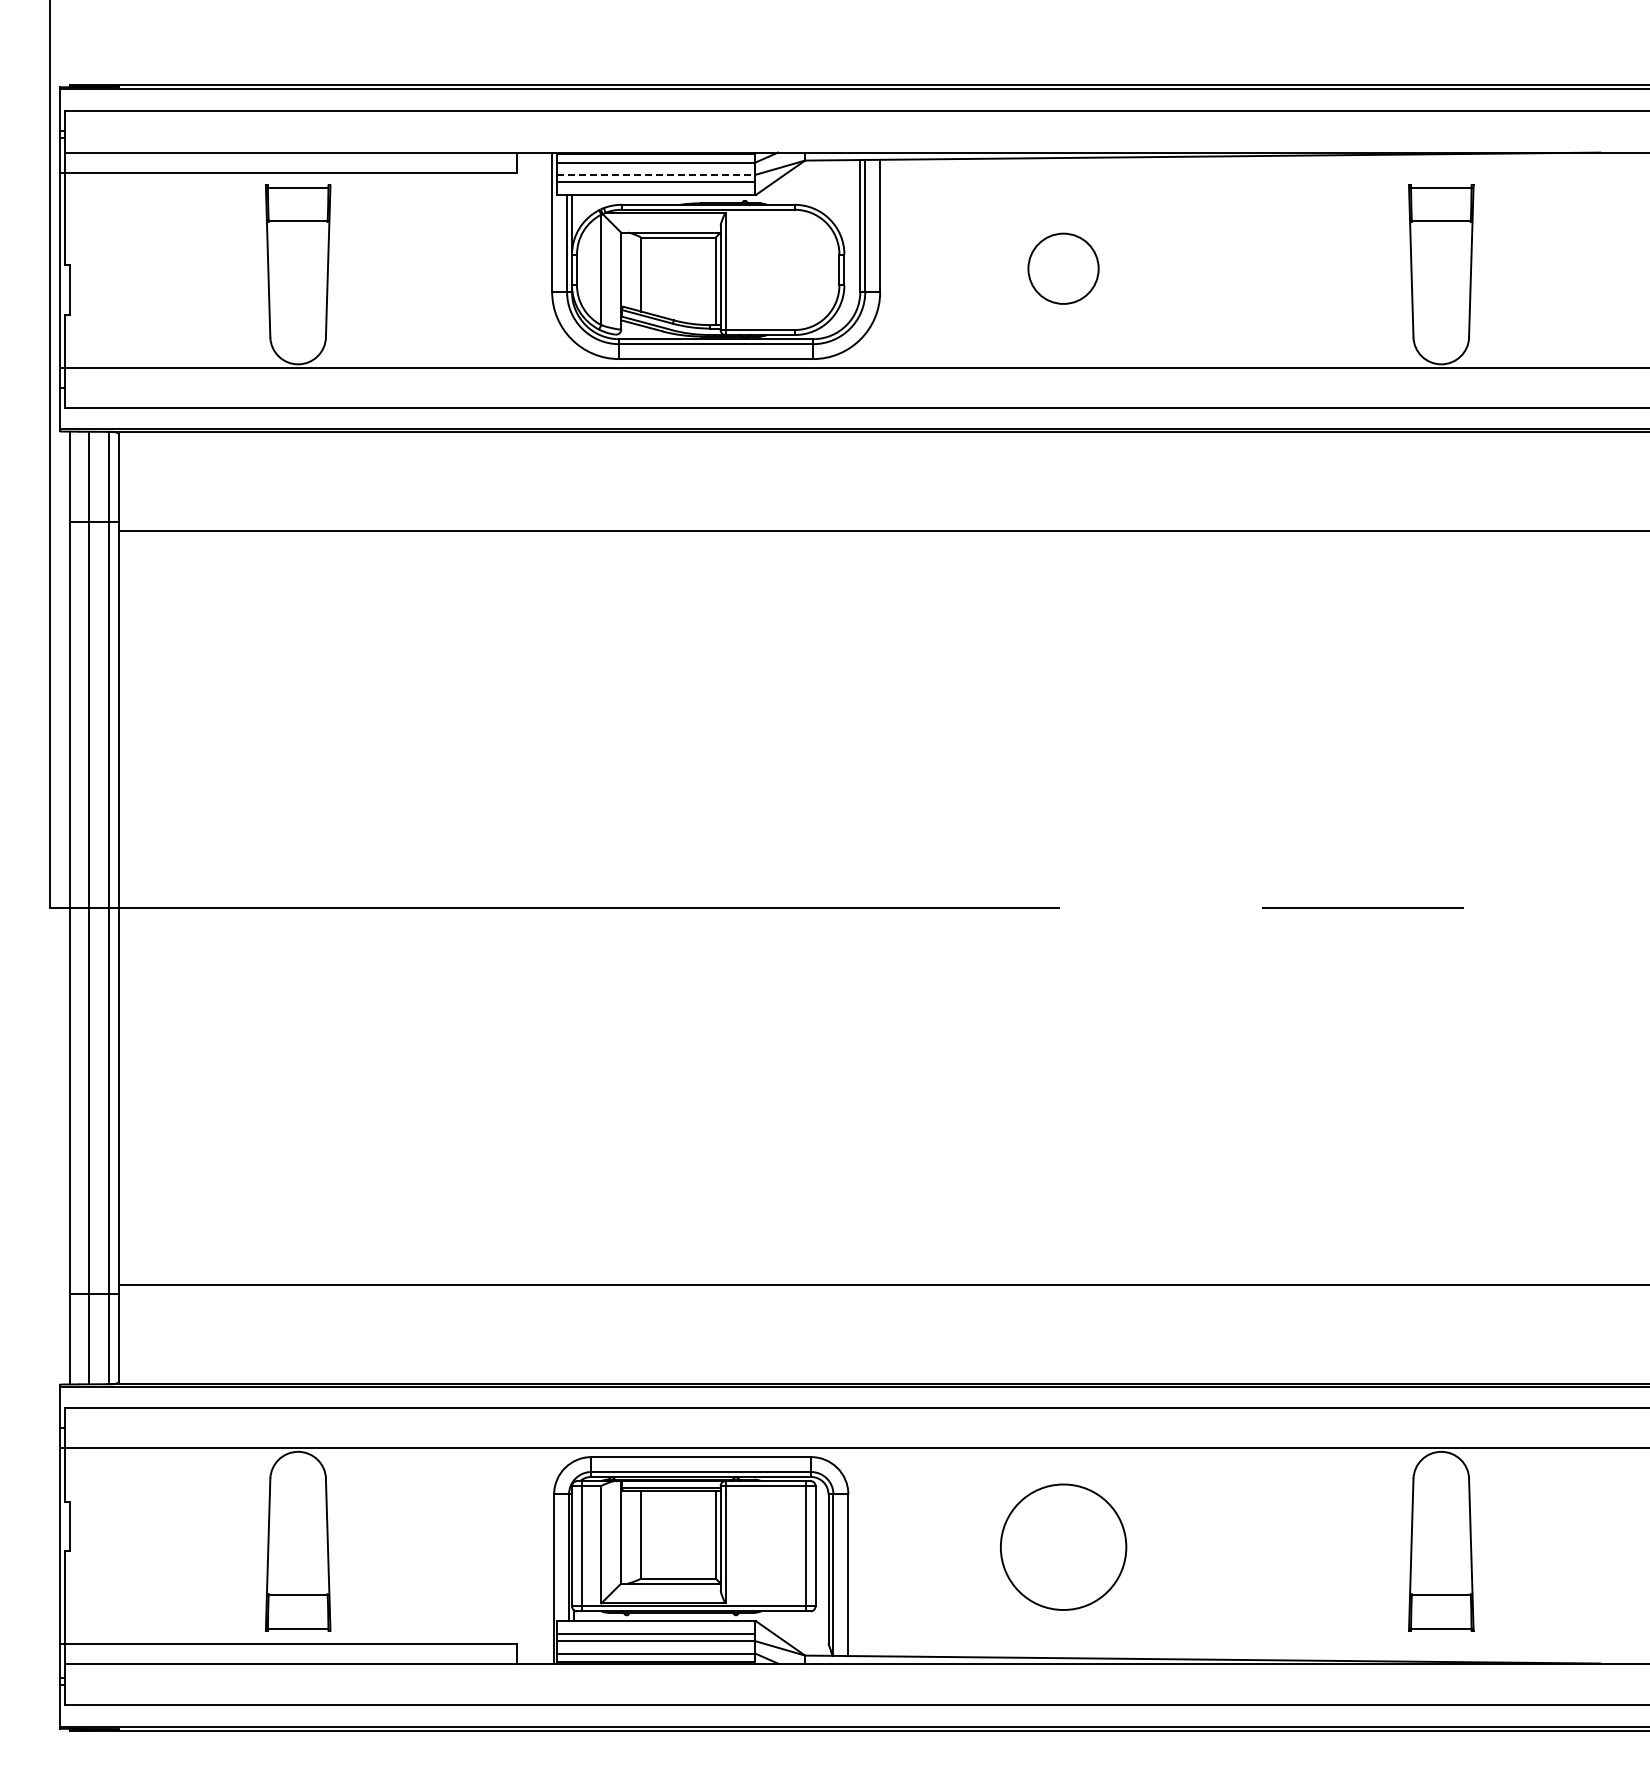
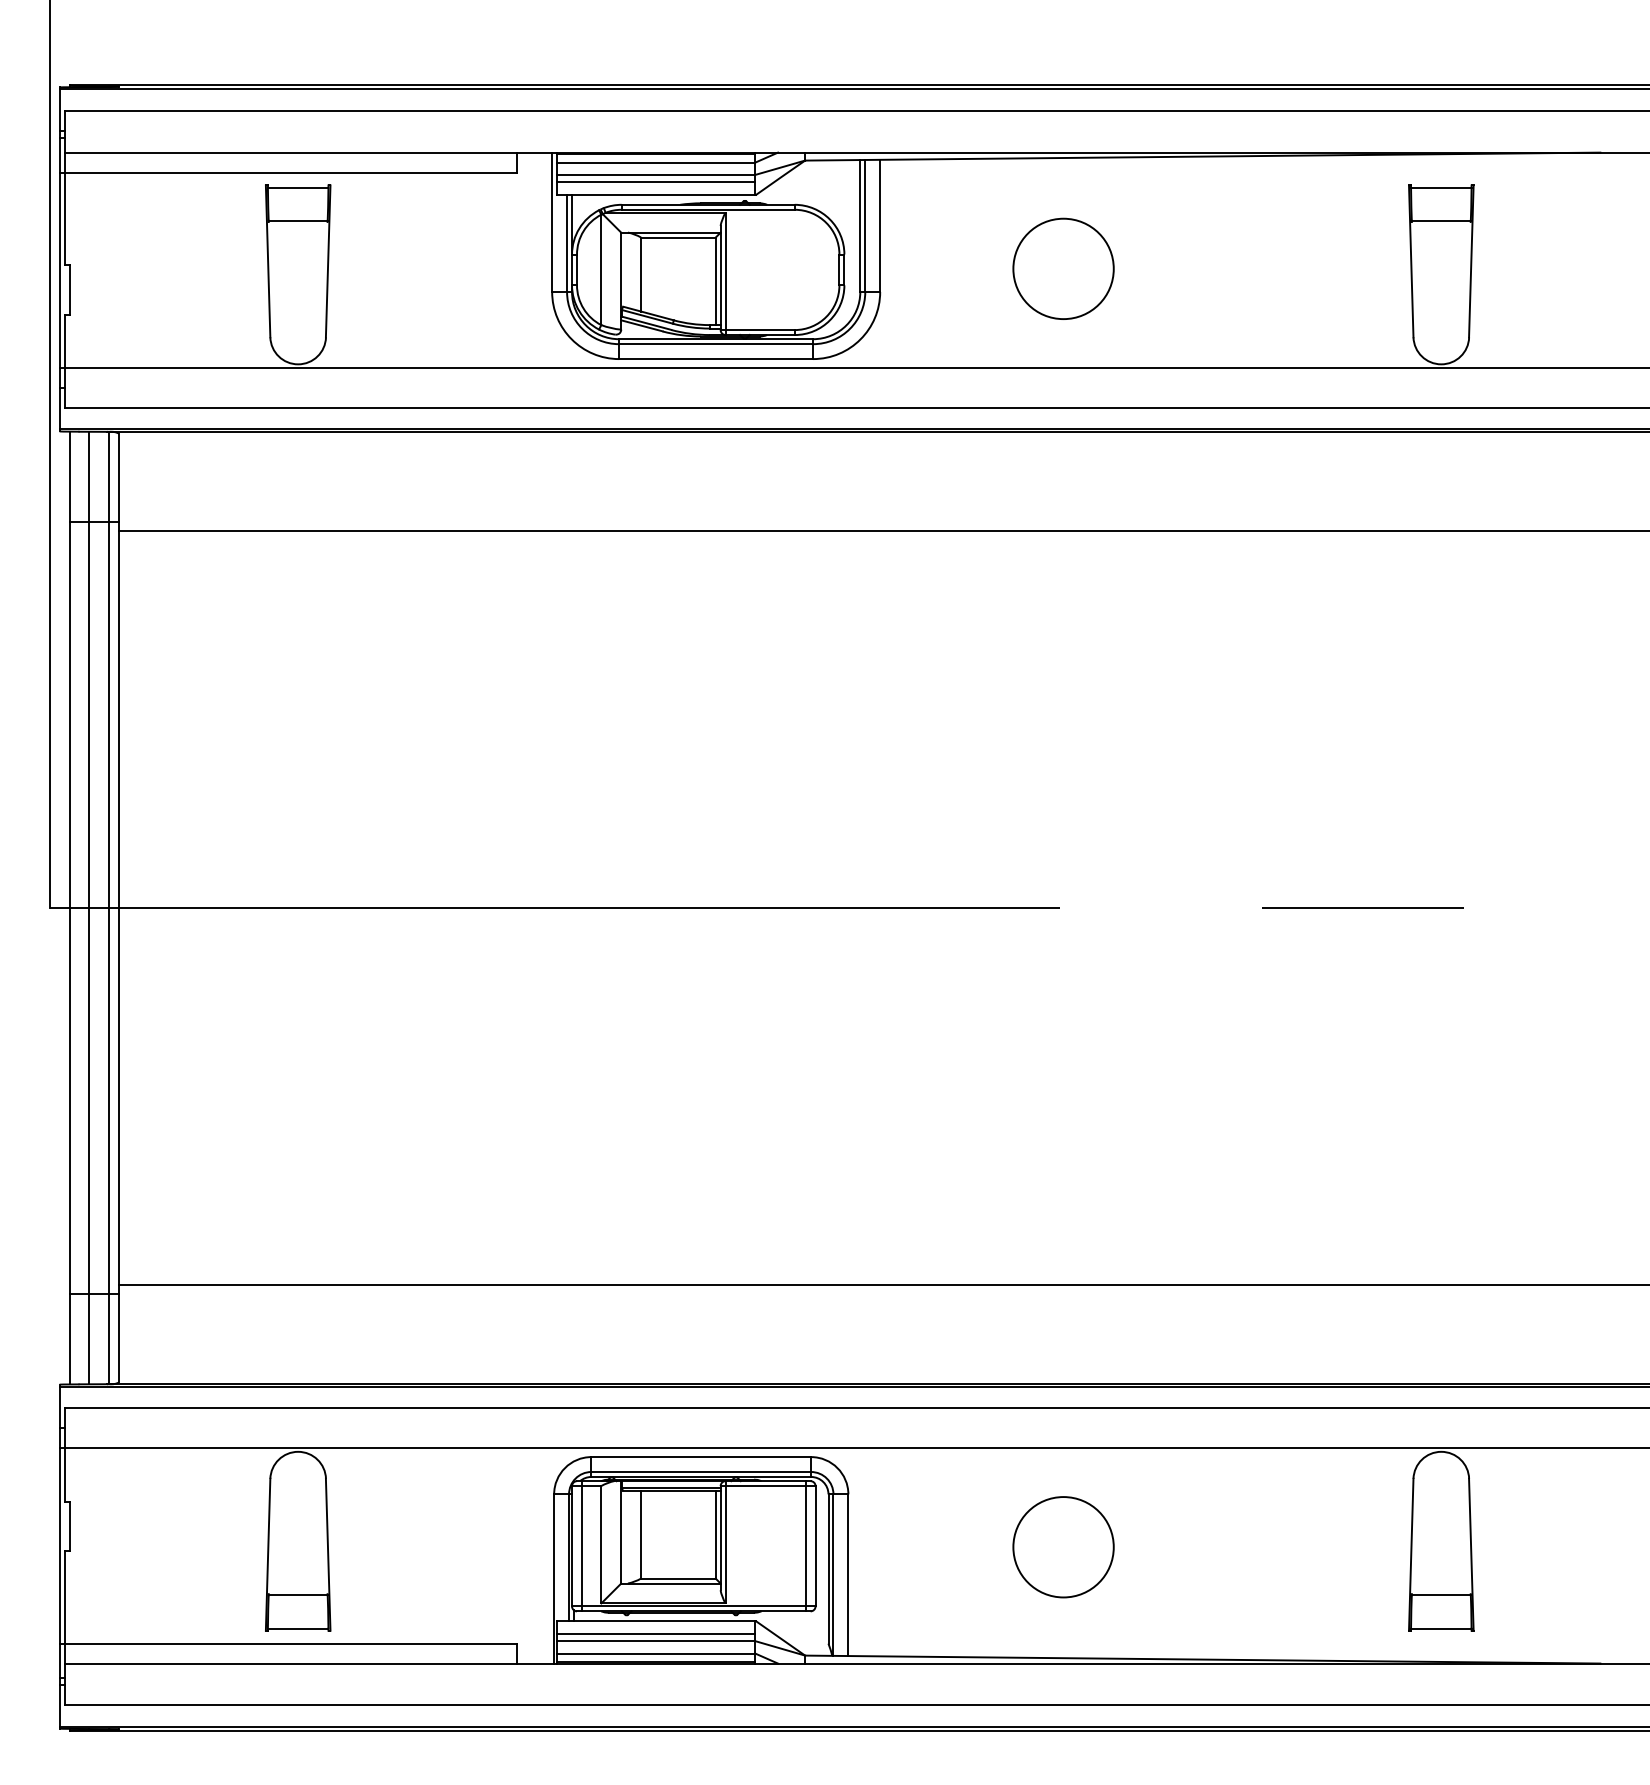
line at (656, 174): dashed -> solid
circle at (1063, 268) size: 73x73 px -> 103x103 px
circle at (1063, 1547) diameter: 125 px -> 100 px
